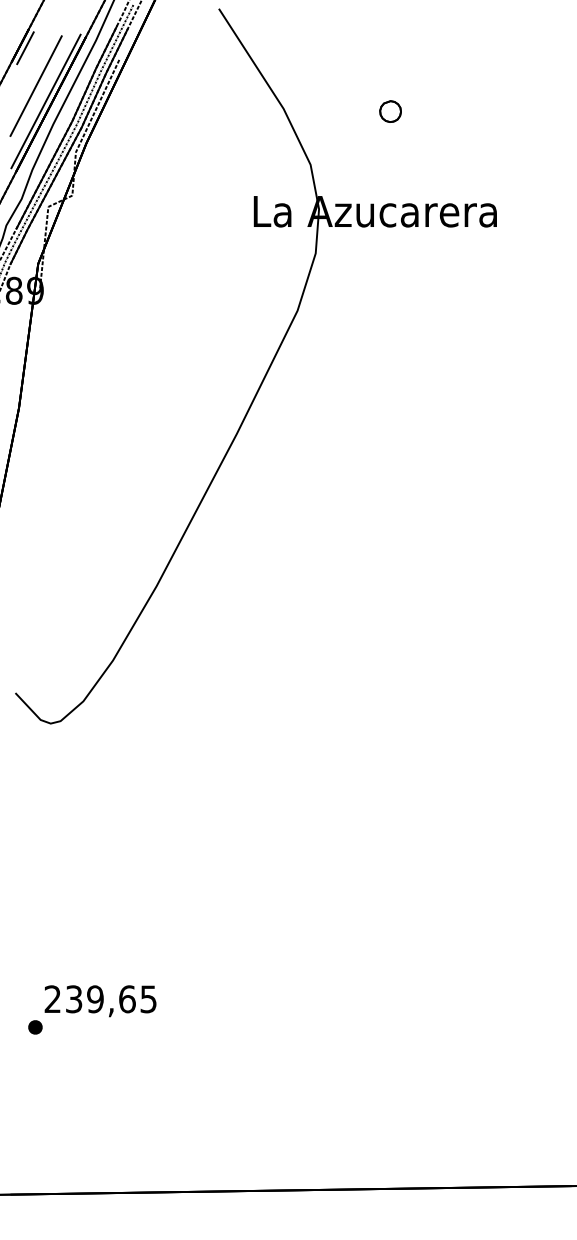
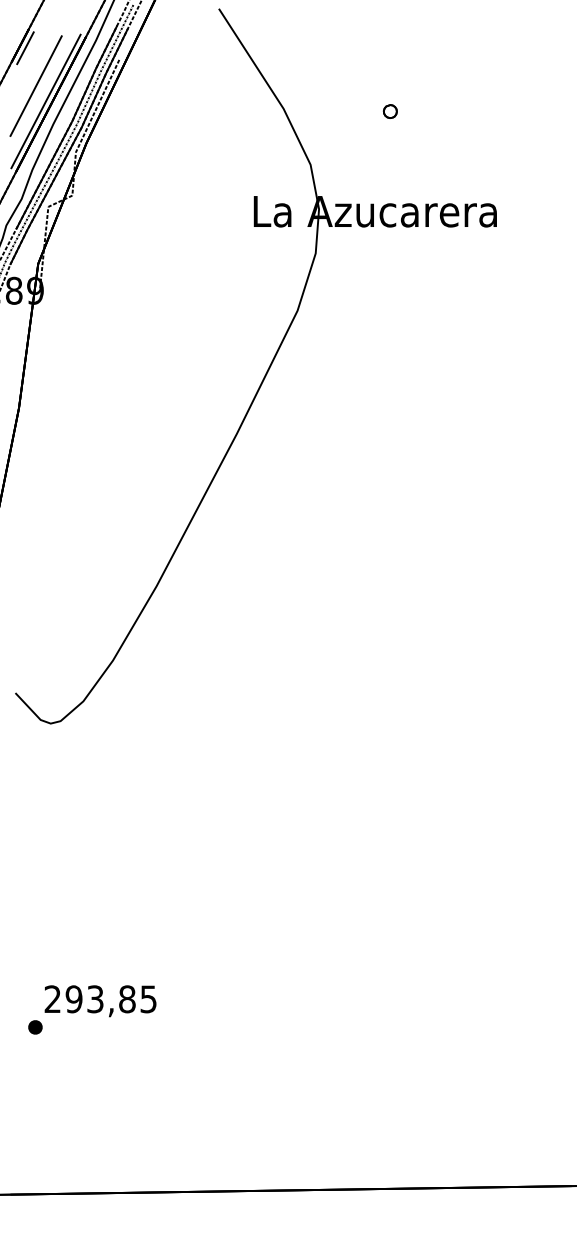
part at (390, 111) size: 23x23 px -> 16x15 px
text at (100, 999): 239,65 -> 293,85
